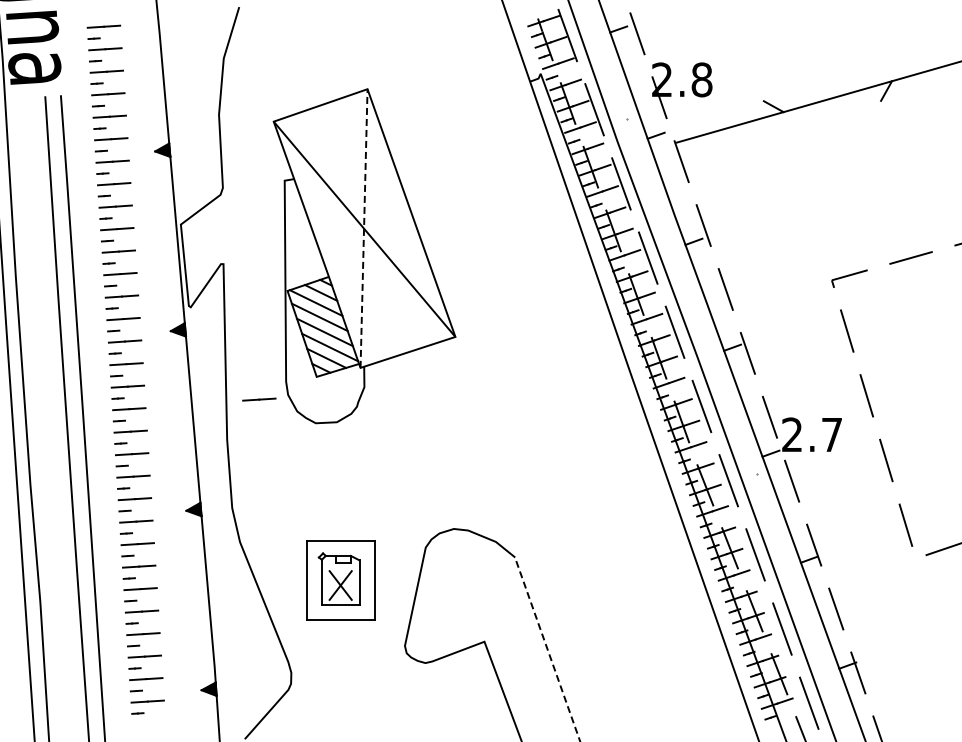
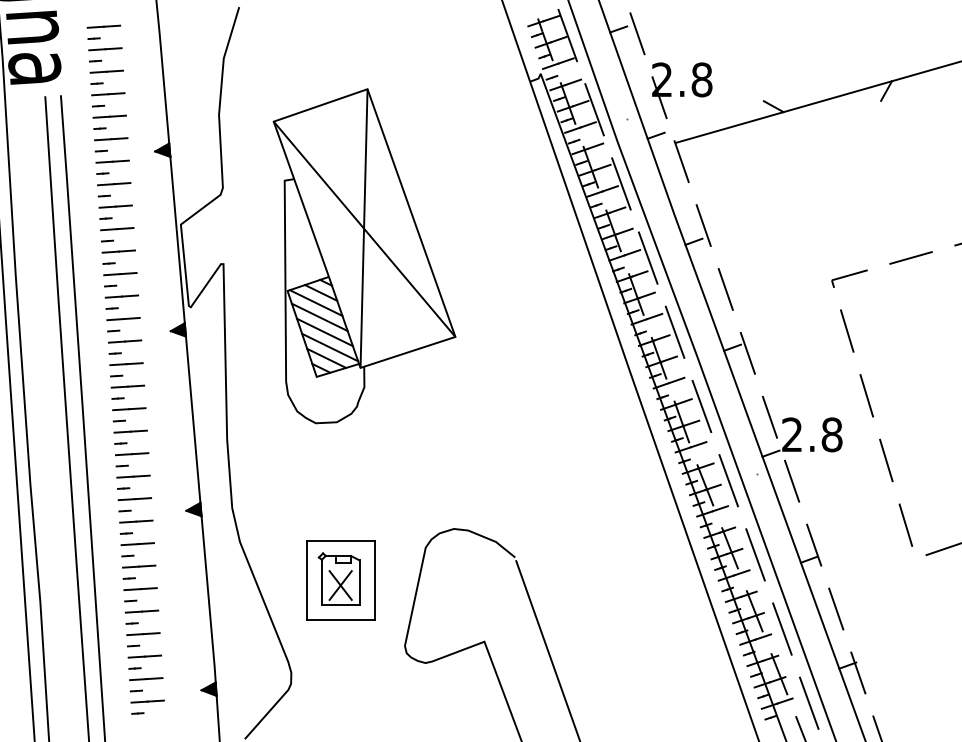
line at (364, 228): dashed -> solid
line at (259, 399): present -> none
text at (831, 434): 2.7 -> 2.8
line at (548, 650): dashed -> solid
